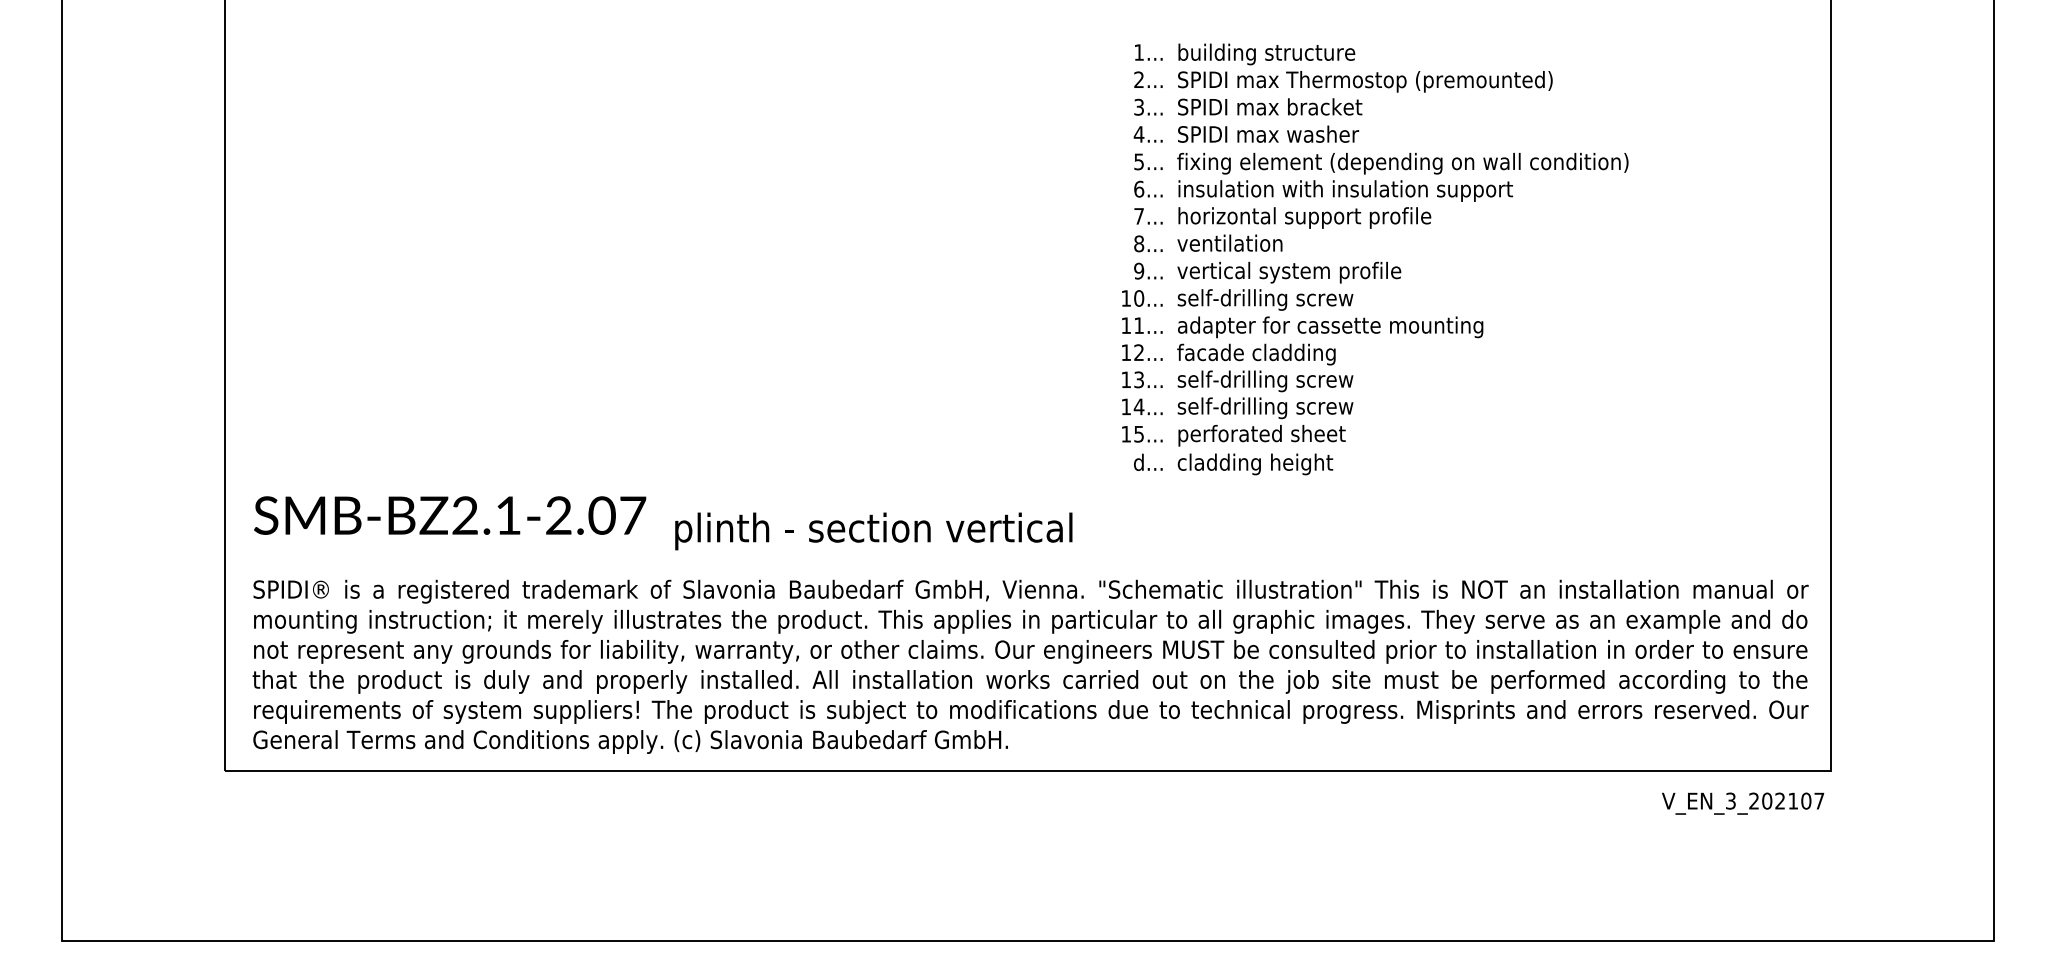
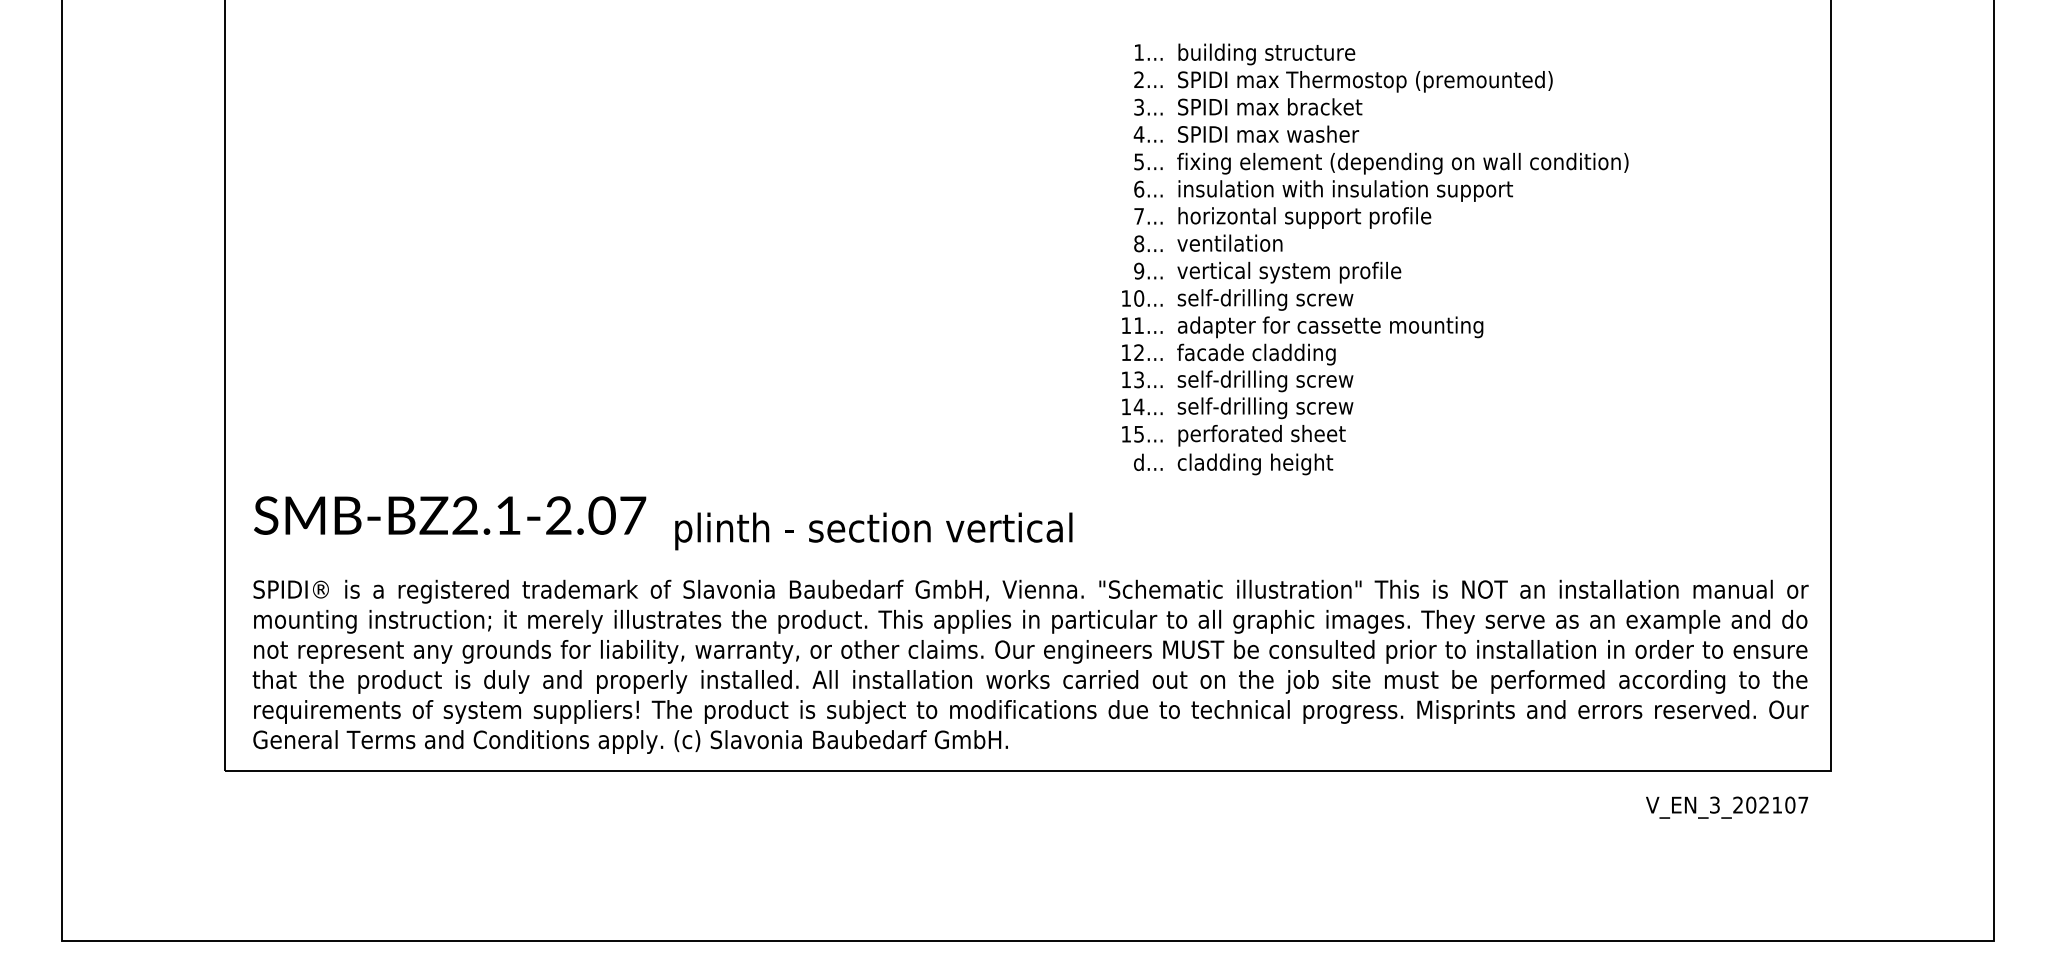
text at (1743, 803) position: (1743, 803) -> (1727, 807)
